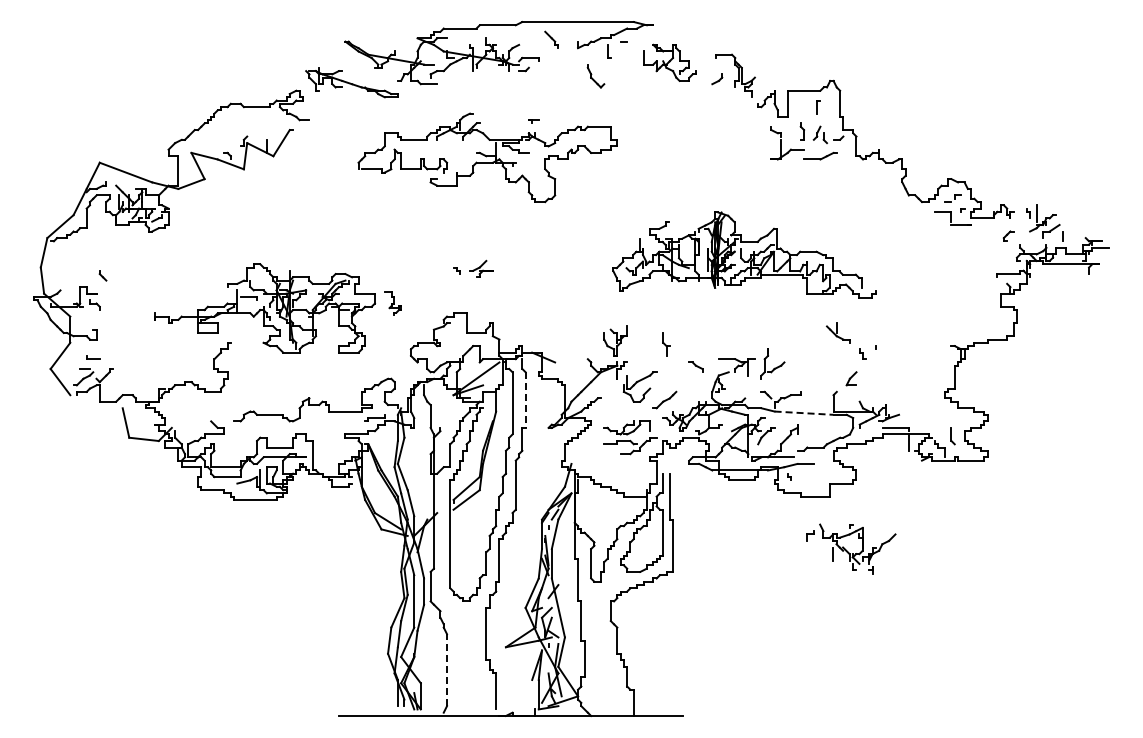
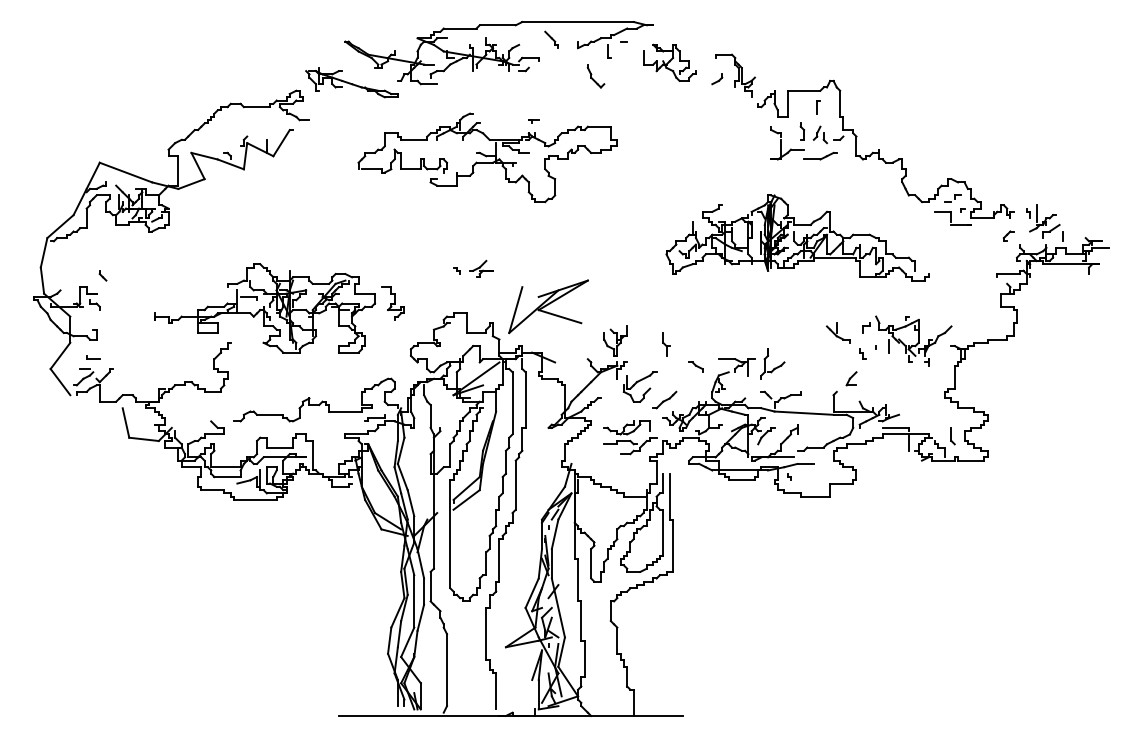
part at (744, 254) position: (744, 254) -> (797, 237)
part at (392, 303) size: 18x25 px -> 24x35 px
part at (548, 306): none -> present
line at (525, 400): dashed -> solid
line at (804, 413): dashed -> solid
part at (851, 548) position: (851, 548) -> (907, 340)
line at (447, 669): dashed -> solid
